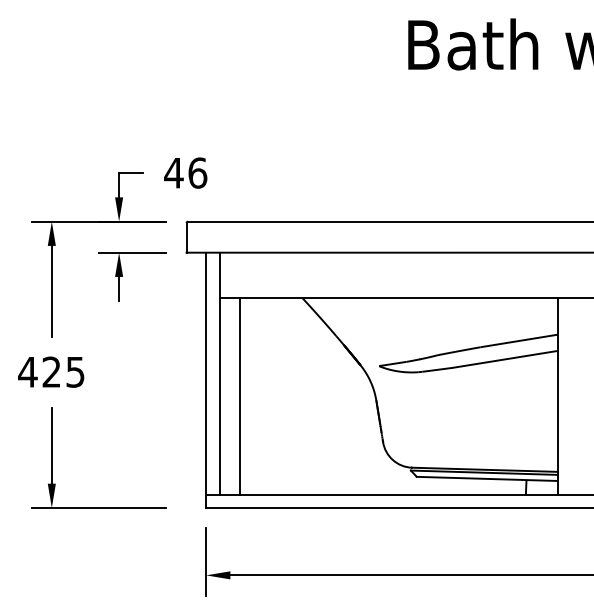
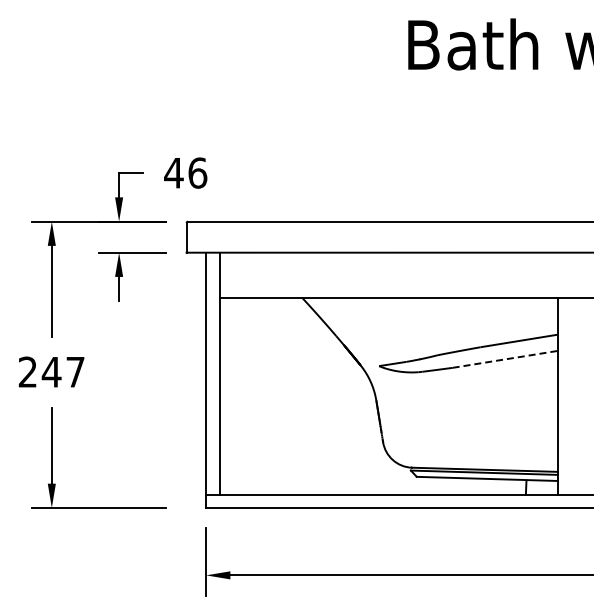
line at (505, 359): solid -> dashed
text at (51, 371): 425 -> 247
line at (239, 395): present -> none
